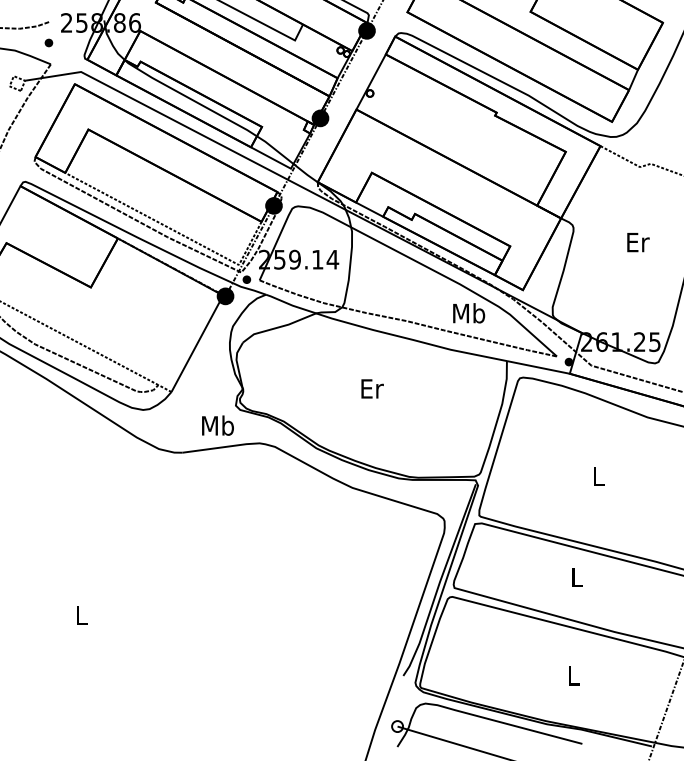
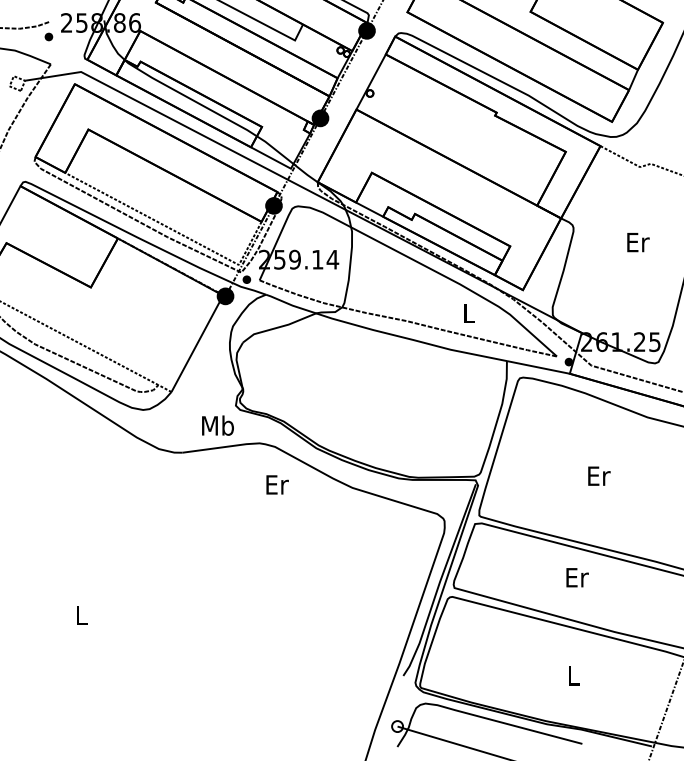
part at (48, 42) position: (48, 42) -> (48, 36)
text at (469, 313): Mb -> L
text at (372, 388) position: (372, 388) -> (277, 484)
text at (599, 475): L -> Er
text at (577, 577): L -> Er
